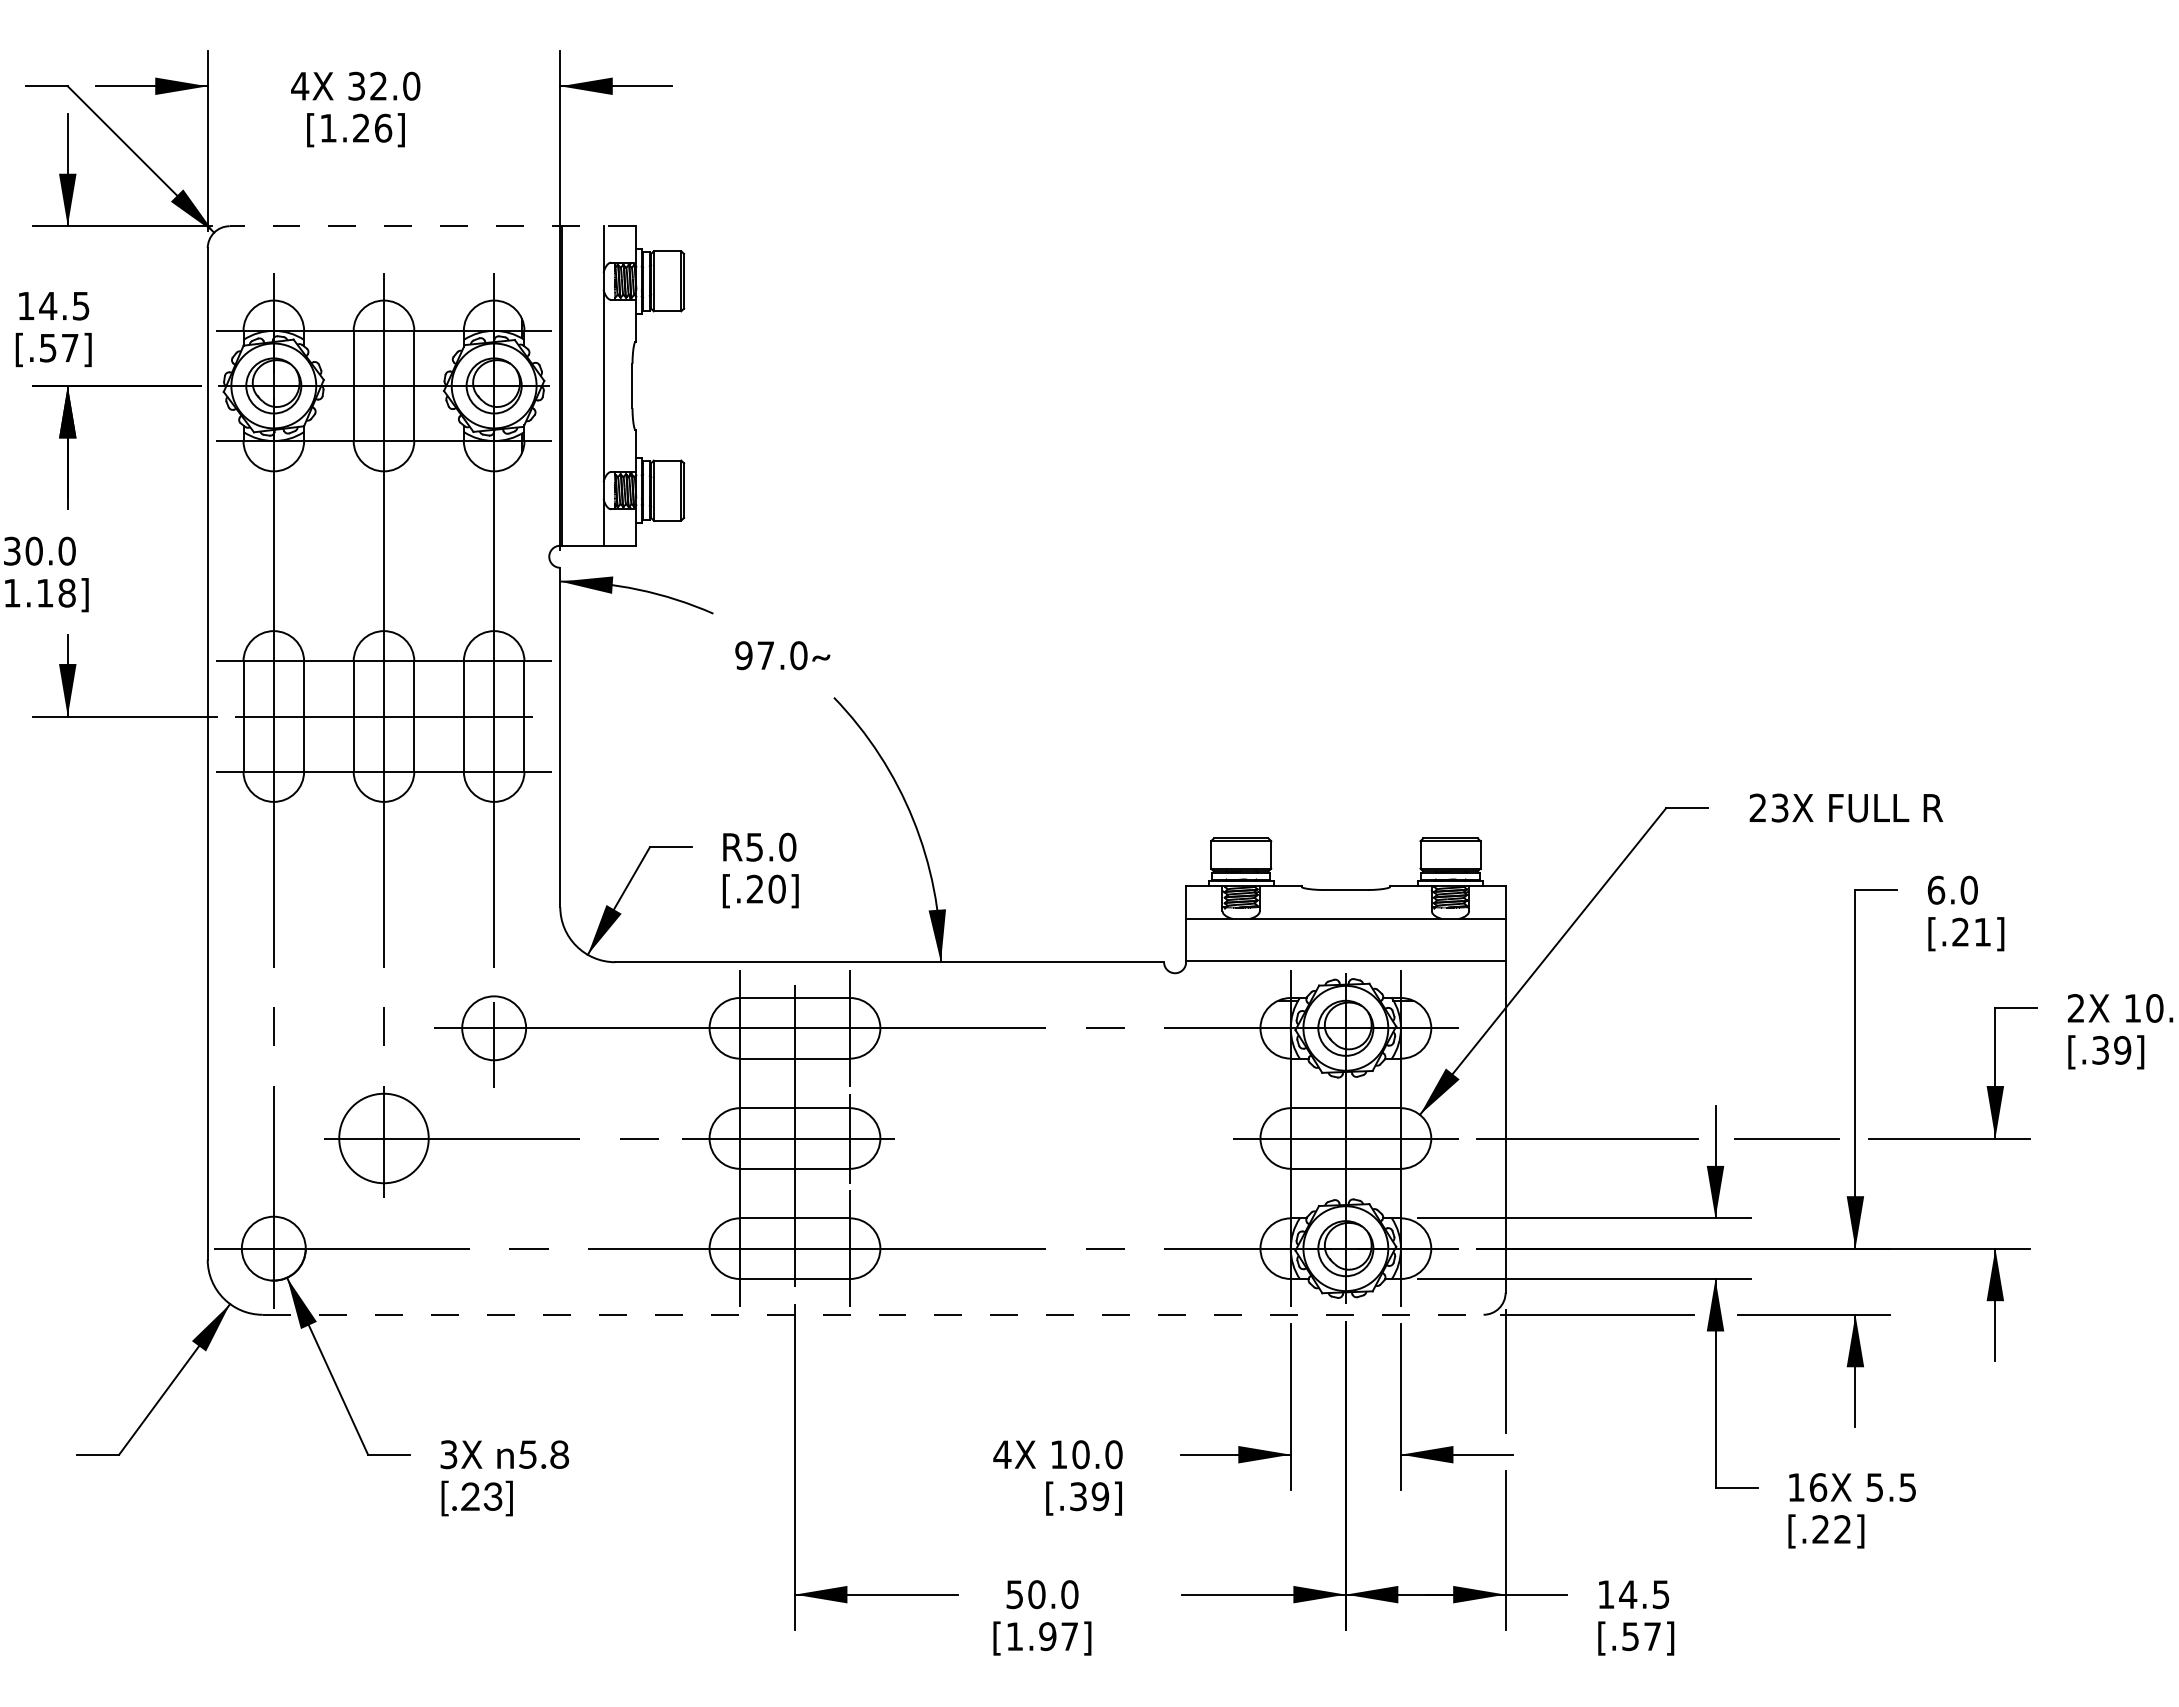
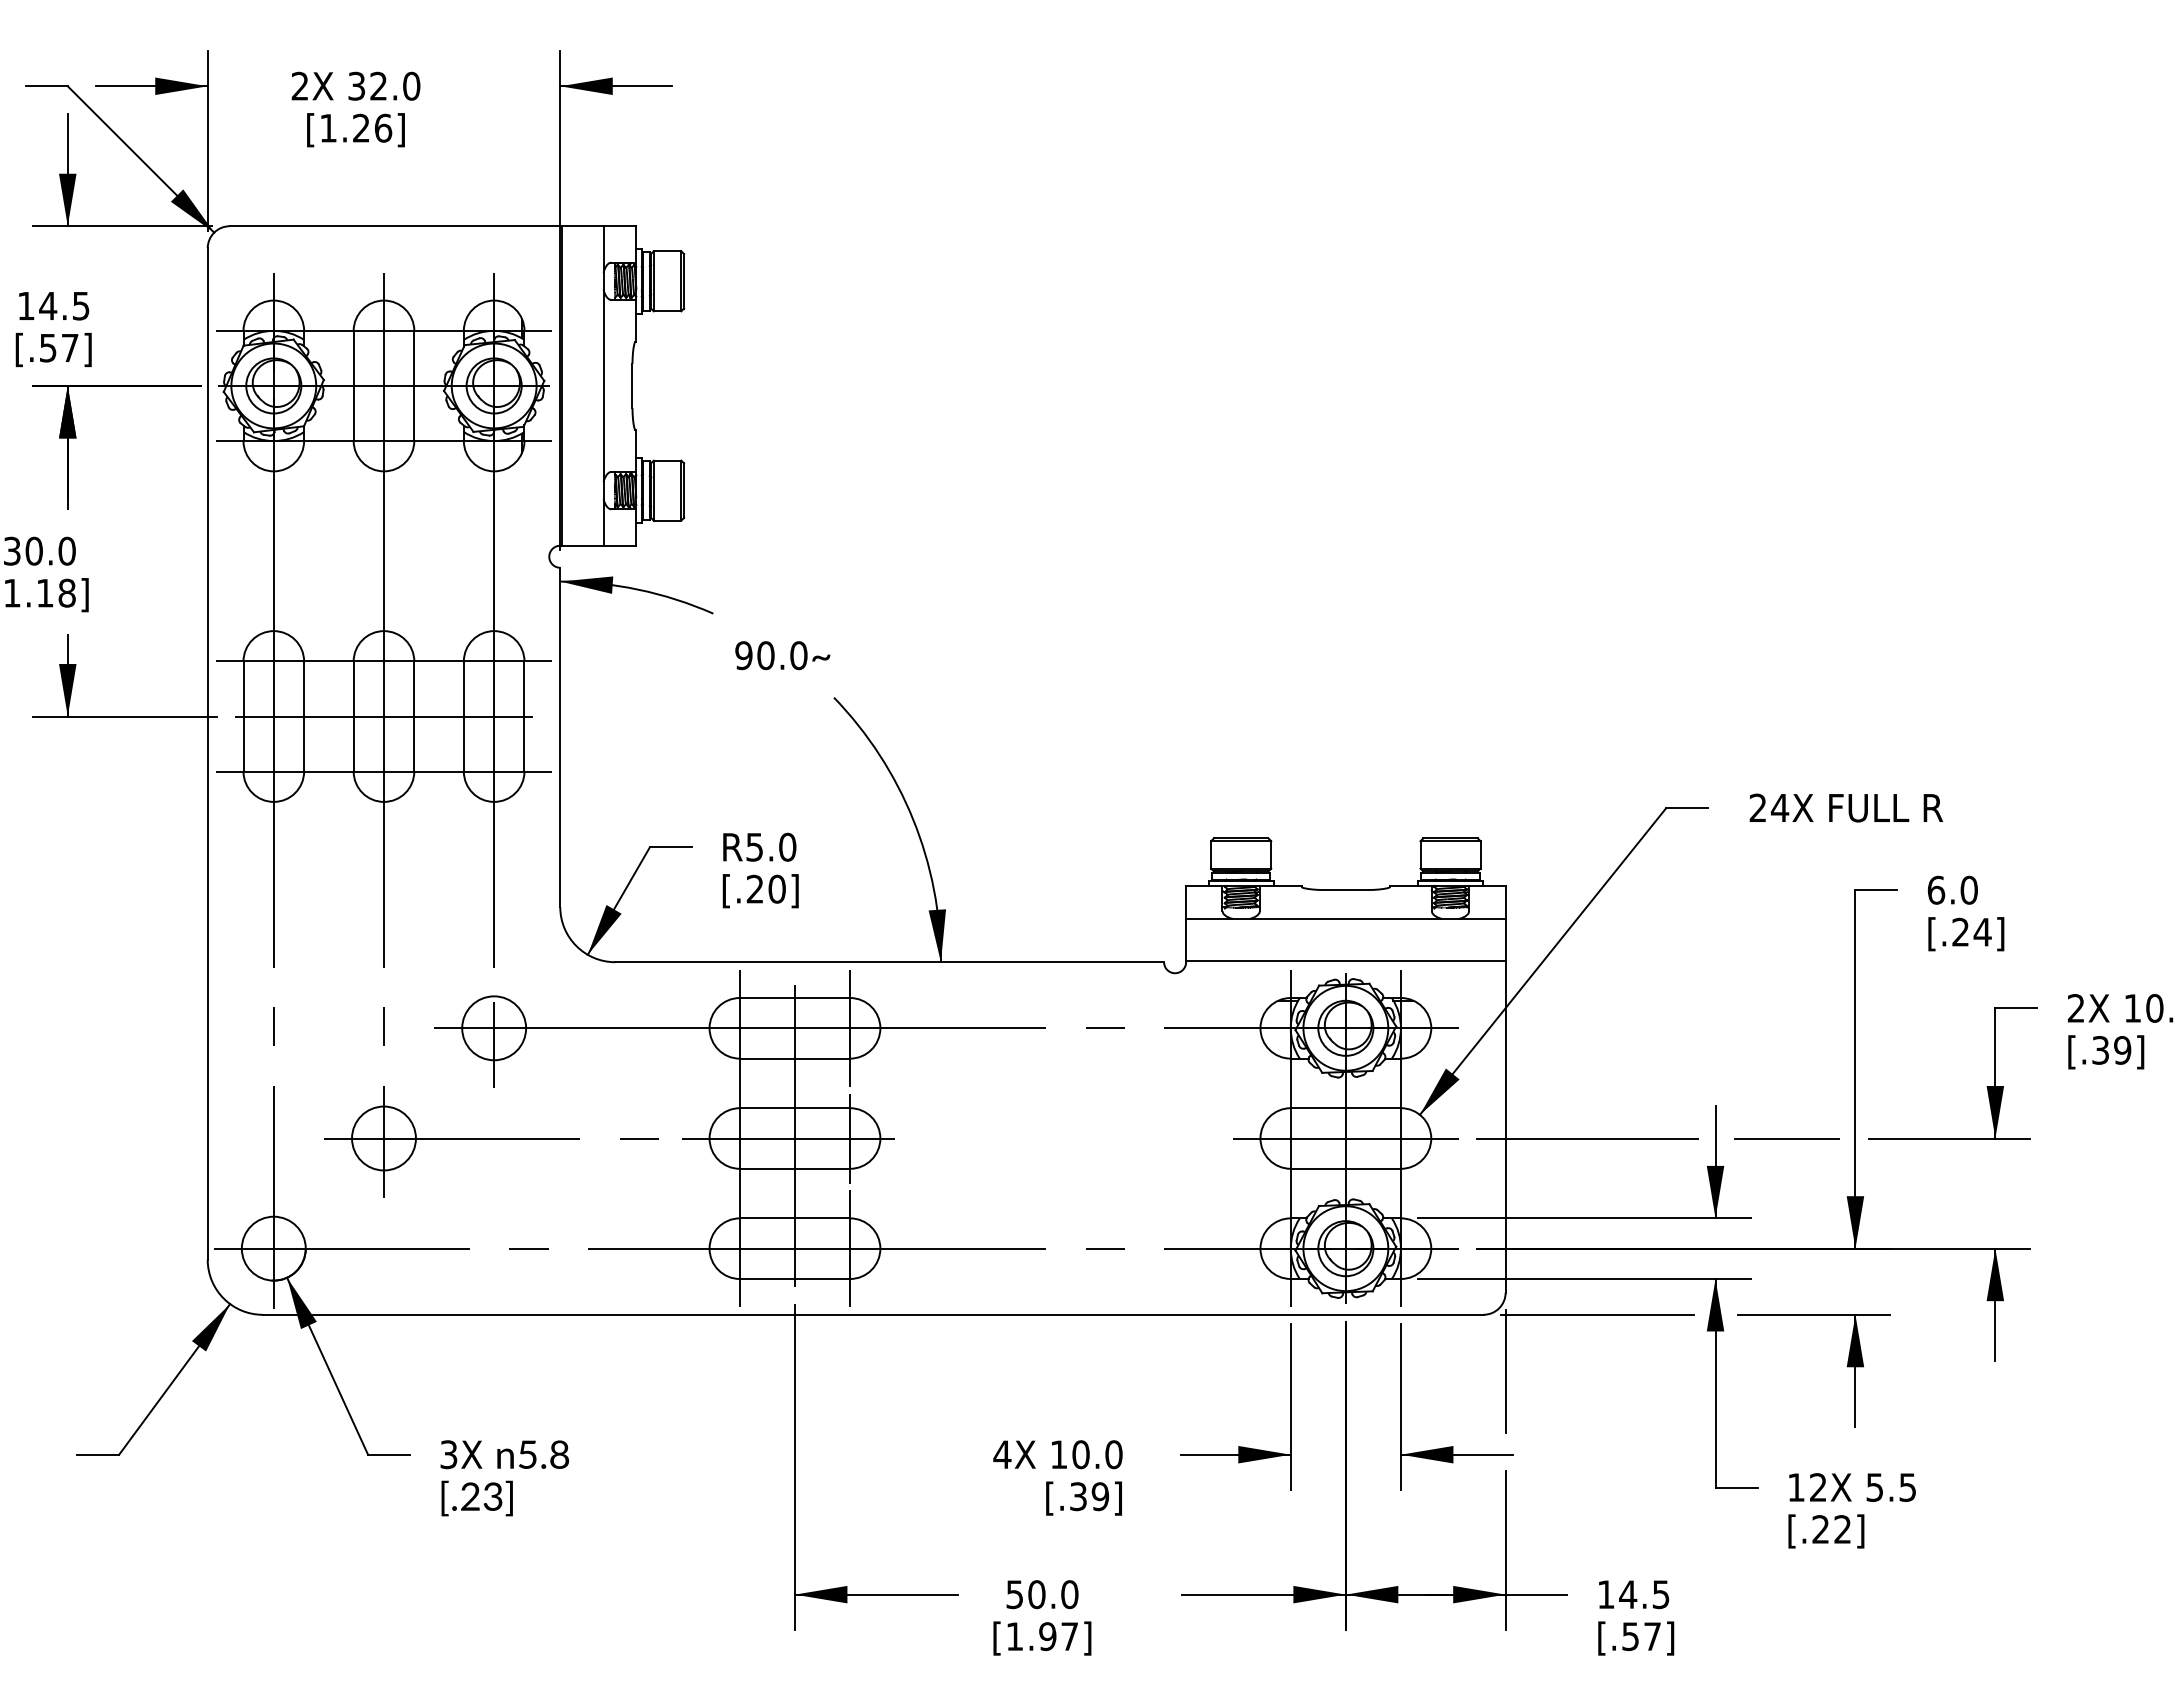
text at (300, 85): 4X -> 2X
line at (432, 226): dashed -> solid
text at (765, 655): 97.0 -> 90.0
text at (1779, 807): 23X -> 24X
text at (1982, 932): [.21] -> [.24]
circle at (383, 1138) diameter: 89 px -> 64 px
line at (873, 1314): dashed -> solid
text at (1818, 1487): 16X -> 12X
